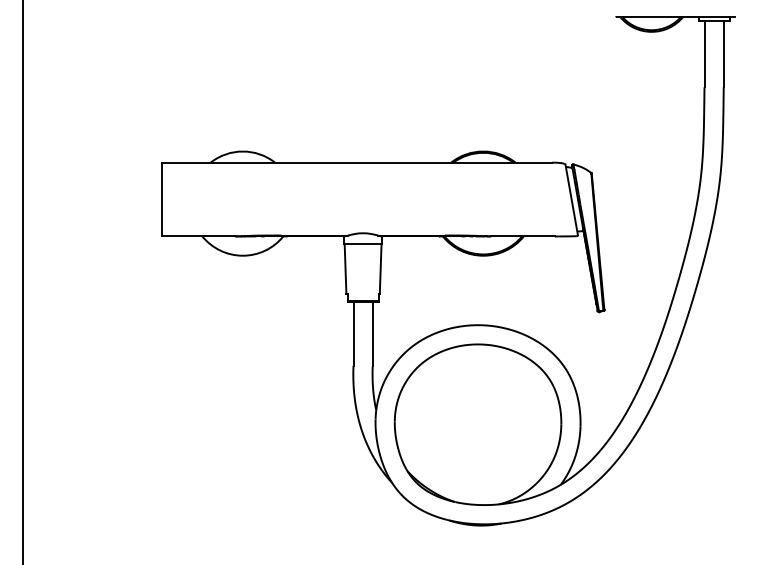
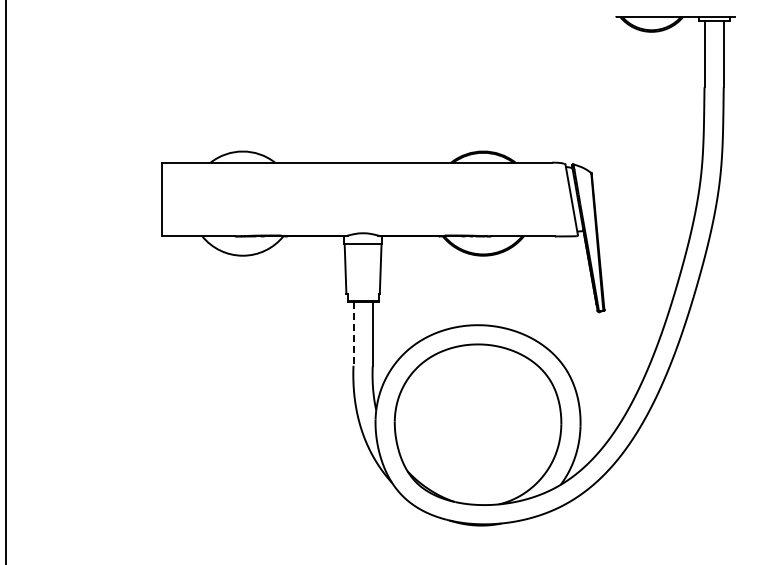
line at (22, 281) position: (22, 281) -> (5, 281)
line at (353, 333): solid -> dashed
